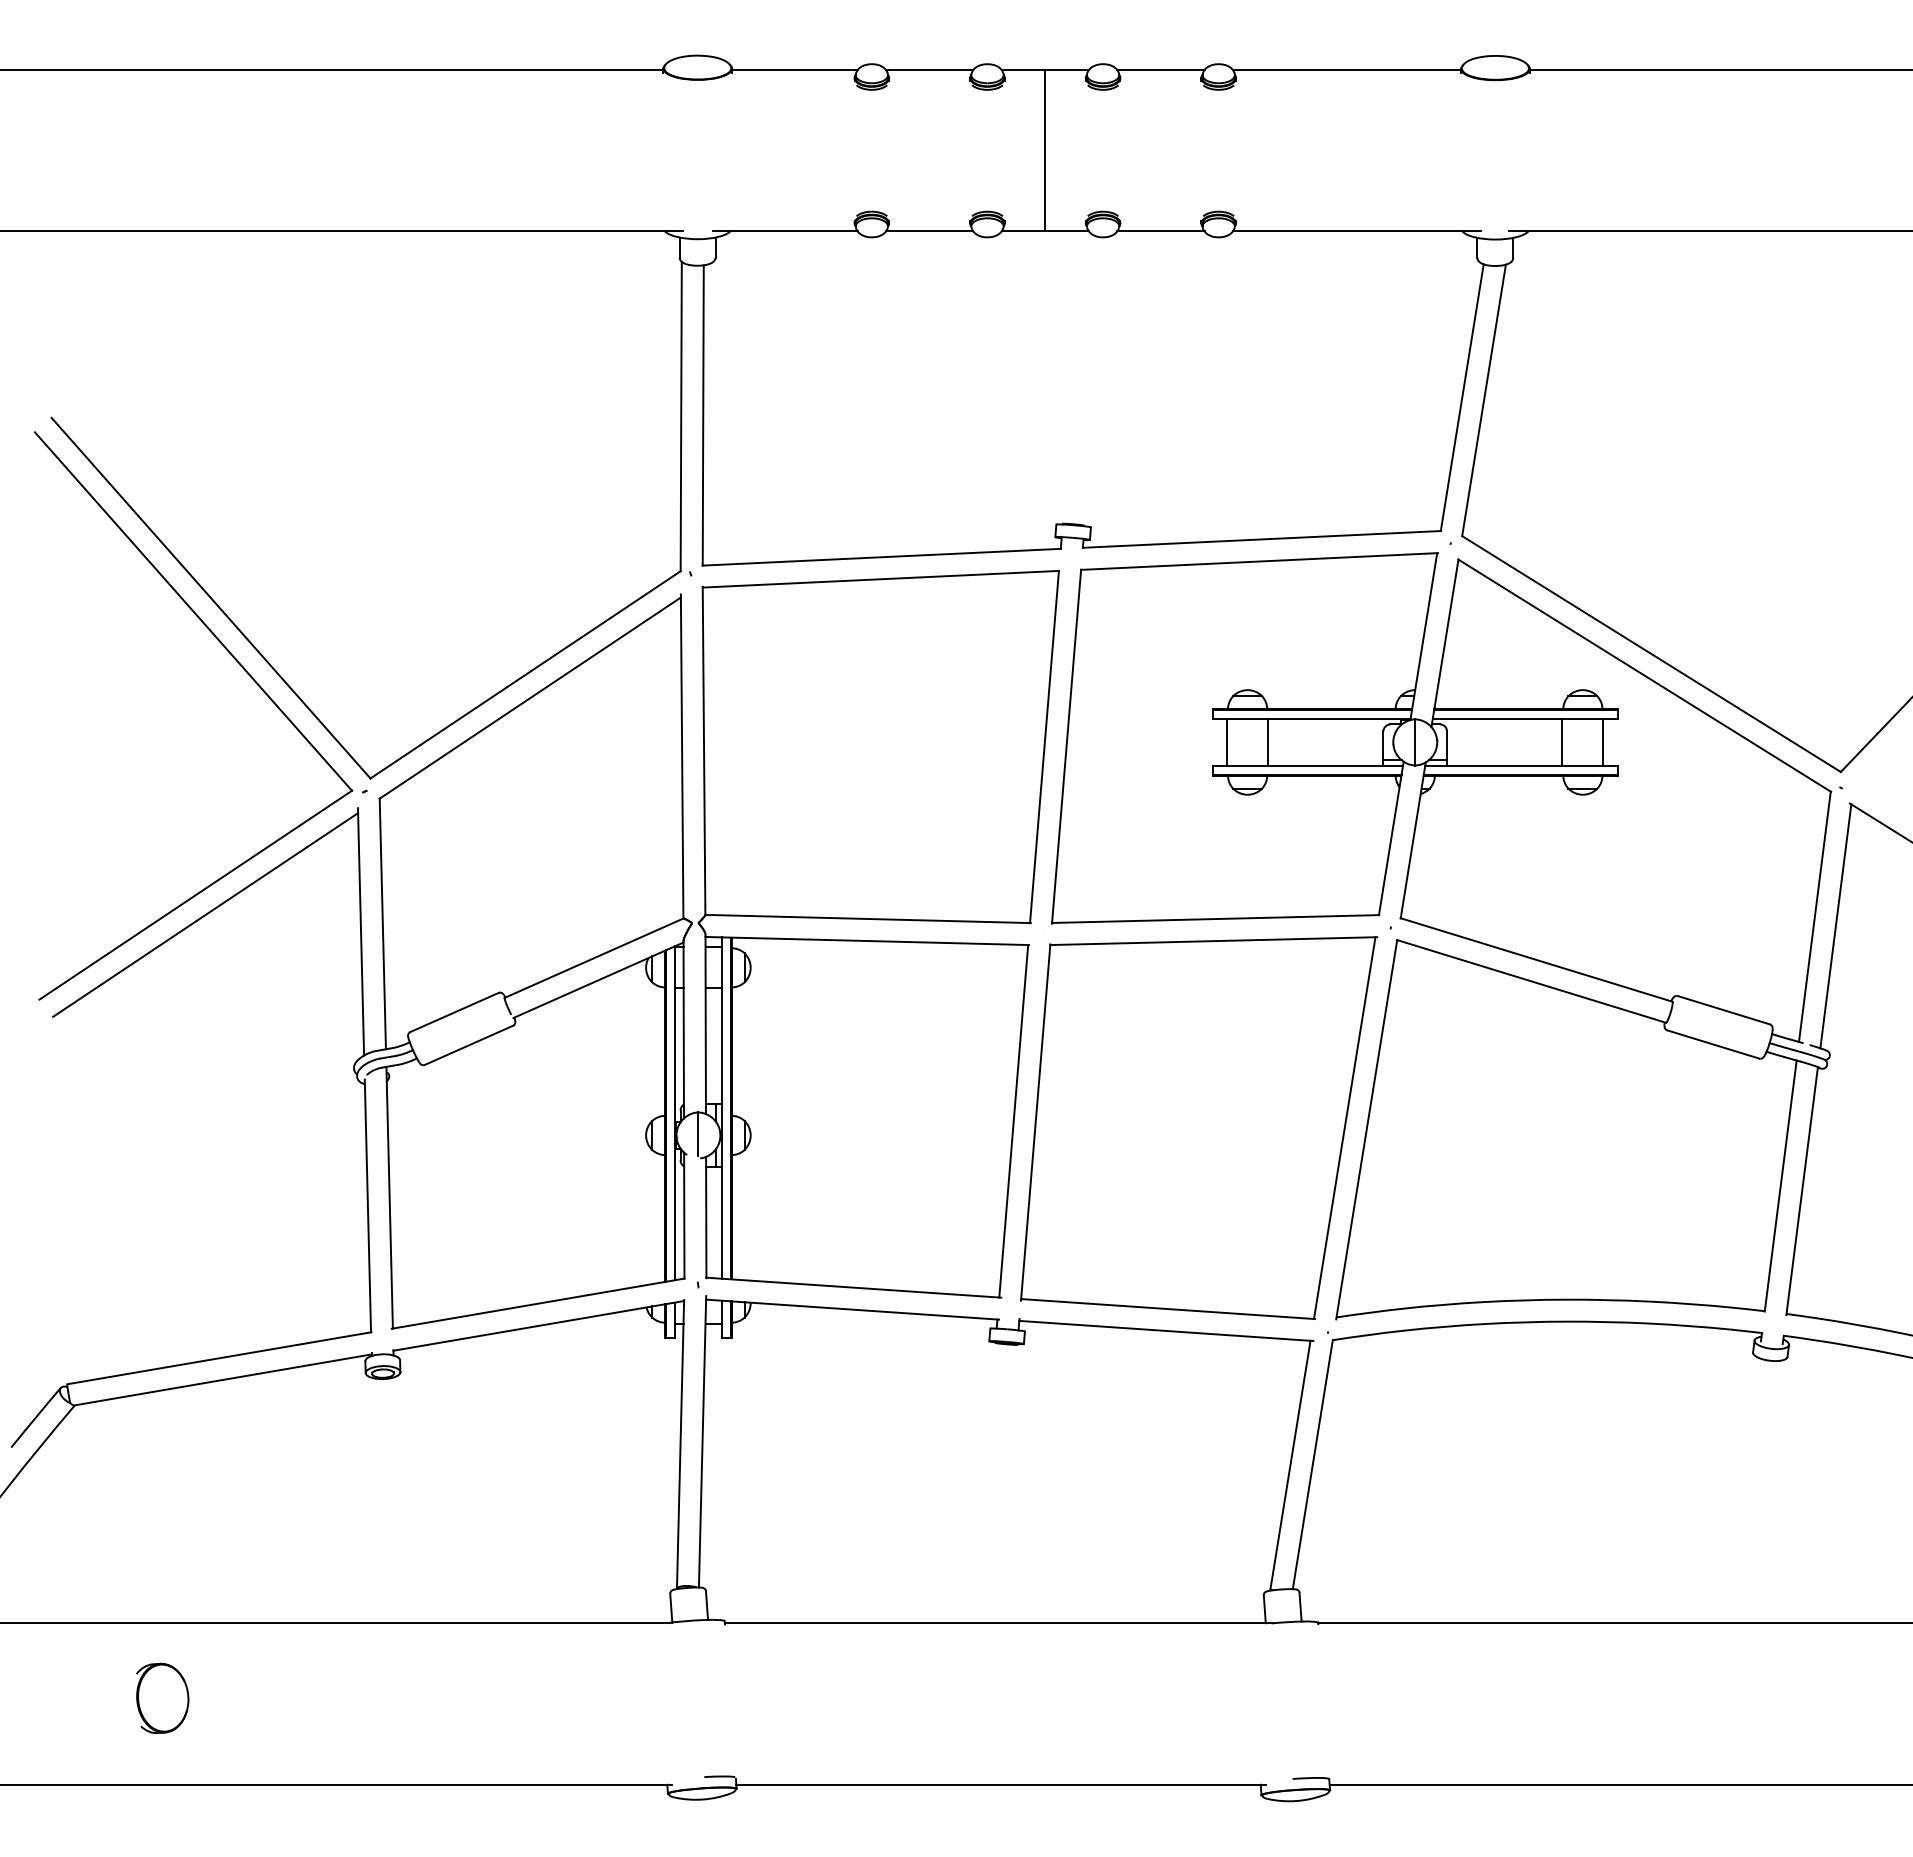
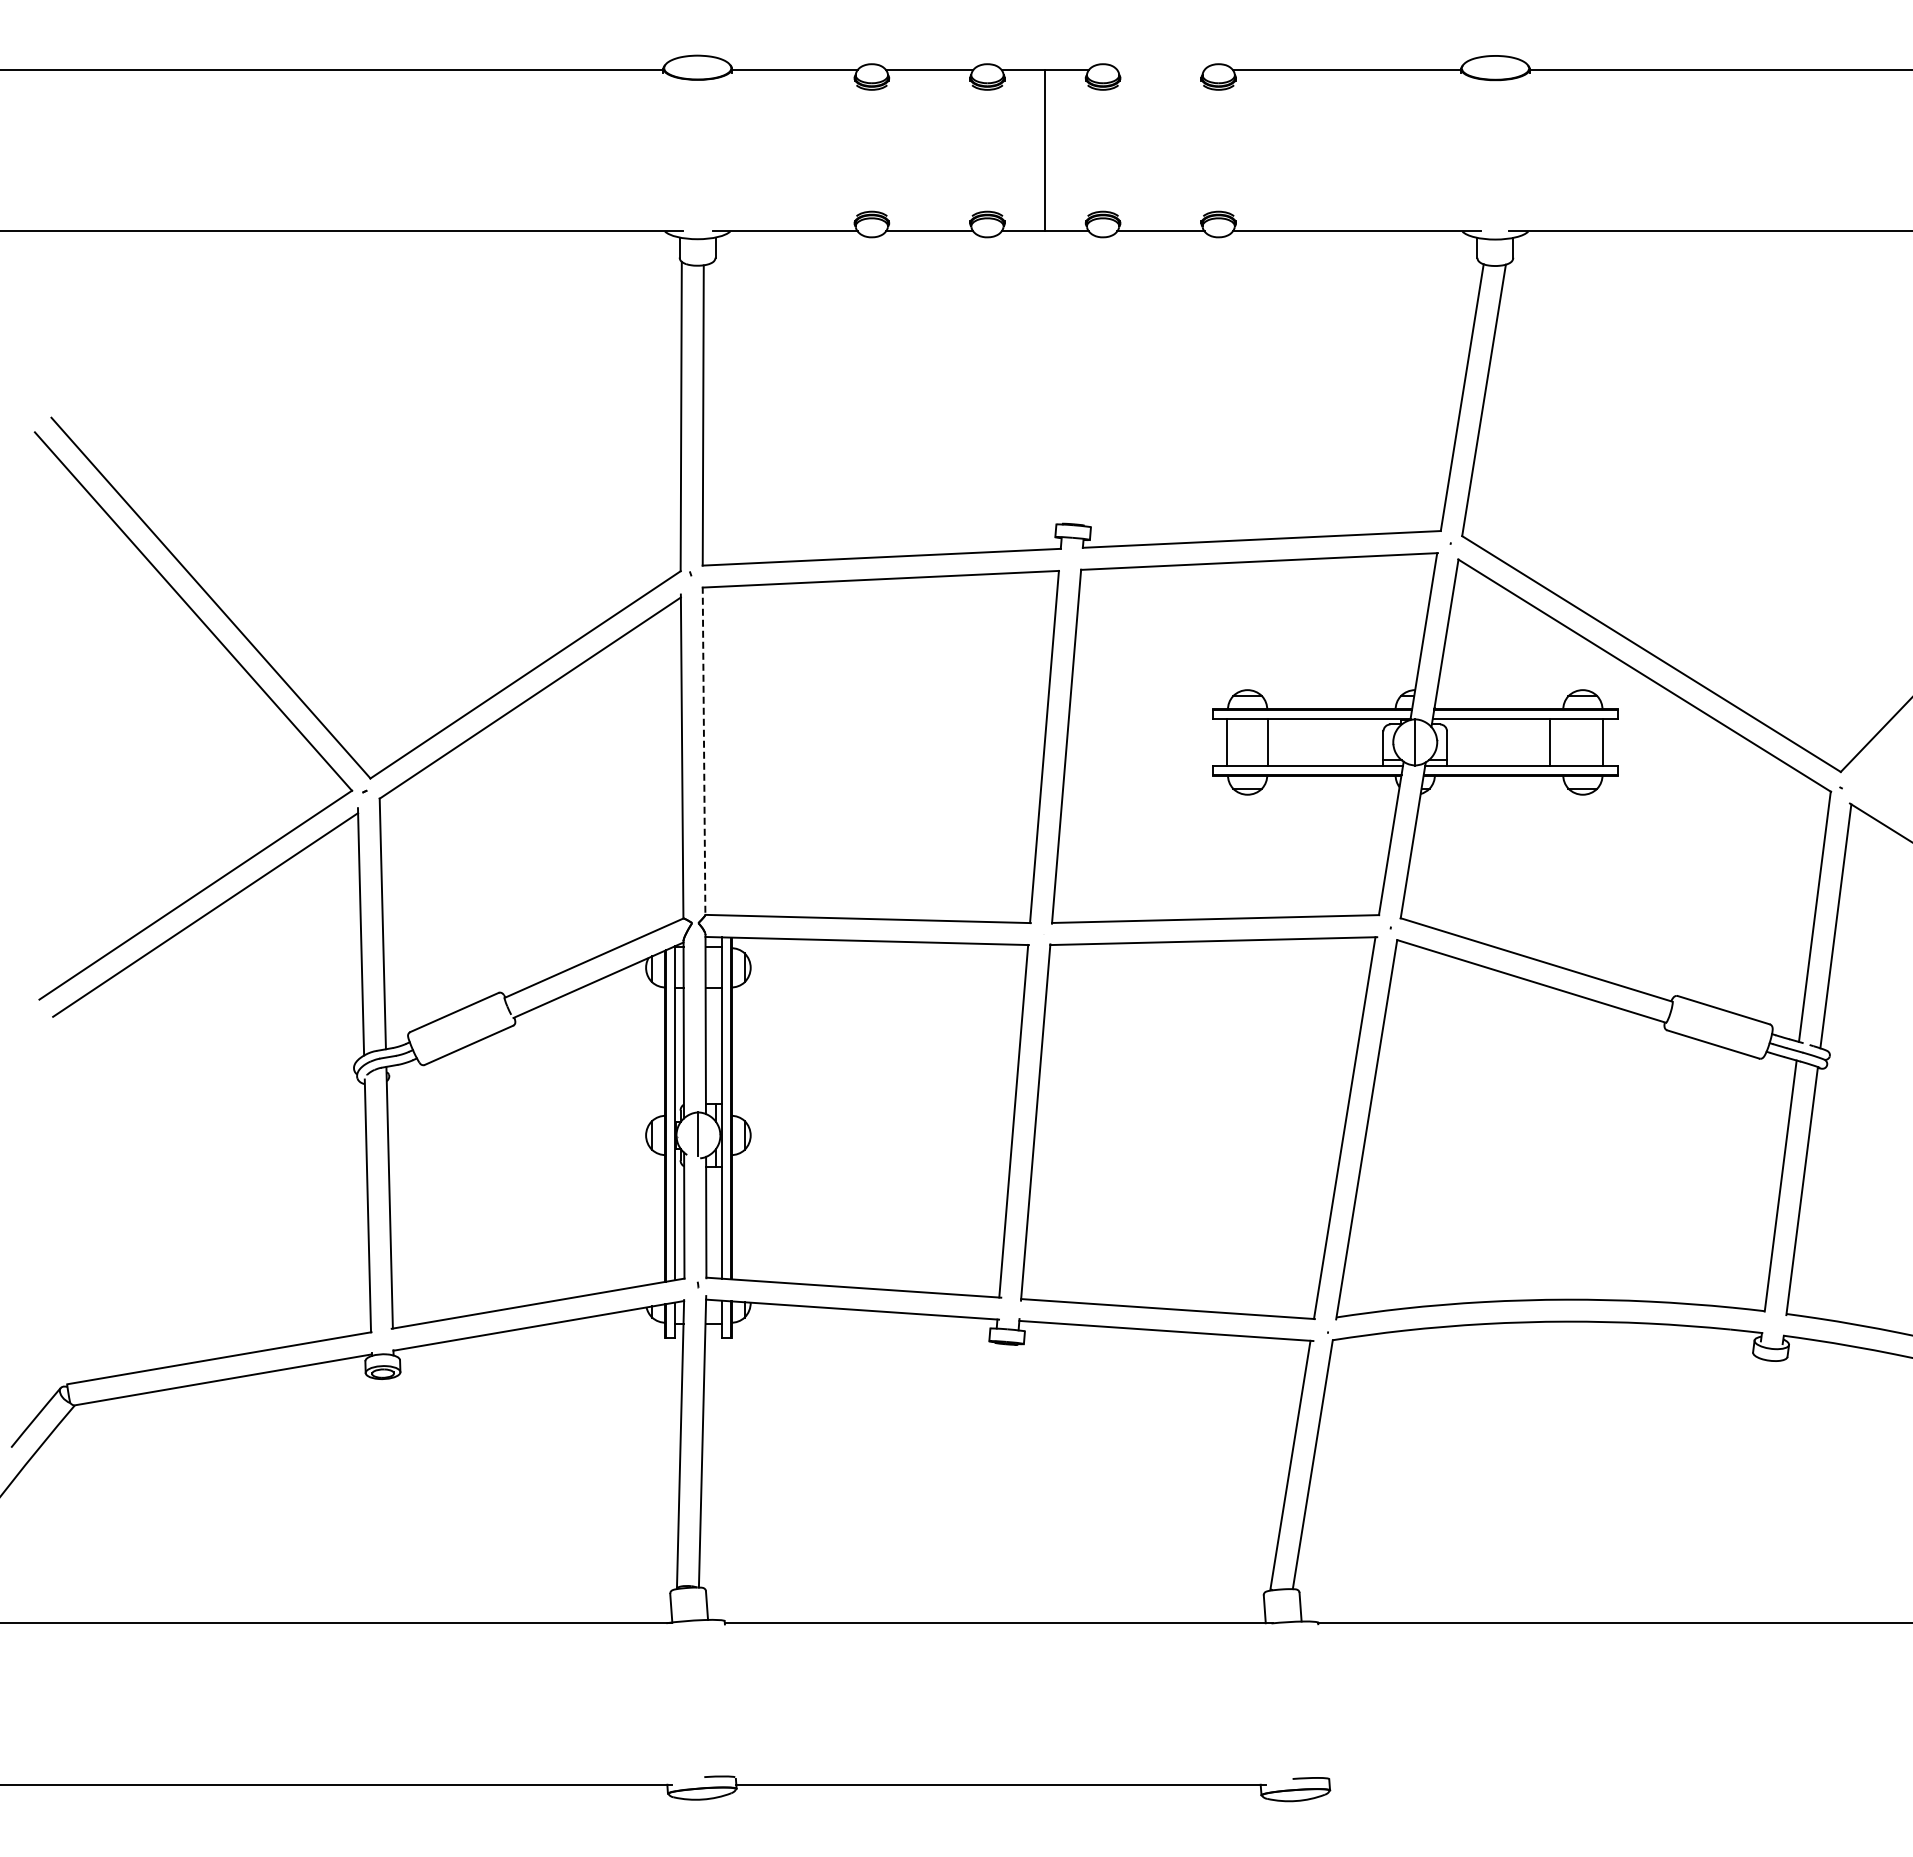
line at (1160, 69): present -> none
line at (1562, 742) position: (1562, 742) -> (1550, 742)
line at (704, 751): solid -> dashed
part at (162, 1697): present -> none
line at (1619, 1784): present -> none
